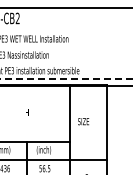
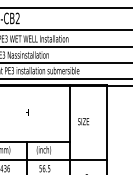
line at (65, 30): none -> present
line at (65, 46): none -> present
line at (65, 62): none -> present
line at (66, 79): dashed -> solid
